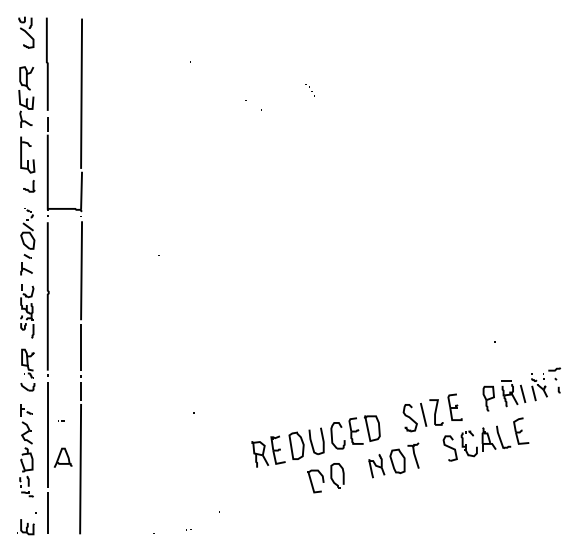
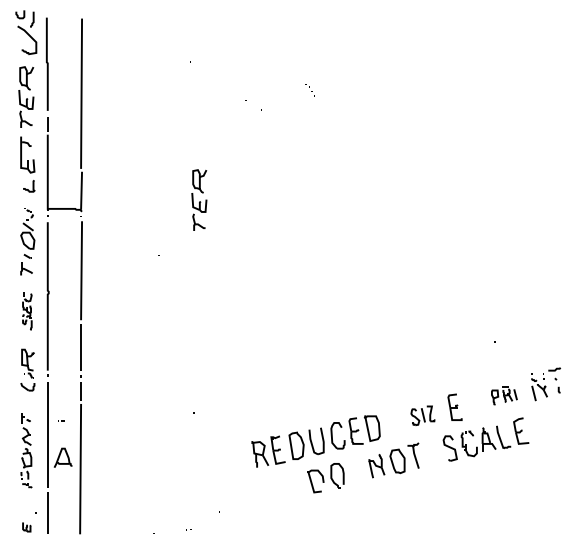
part at (26, 32) size: 17x33 px -> 23x45 px
part at (199, 199): none -> present
part at (27, 311) size: 15x55 px -> 11x39 px
part at (504, 395) size: 45x32 px -> 27x20 px
part at (422, 415) size: 42x34 px -> 26x21 px
part at (26, 450) size: 15x94 px -> 13x76 px
part at (25, 527) size: 18x17 px -> 10x11 px
